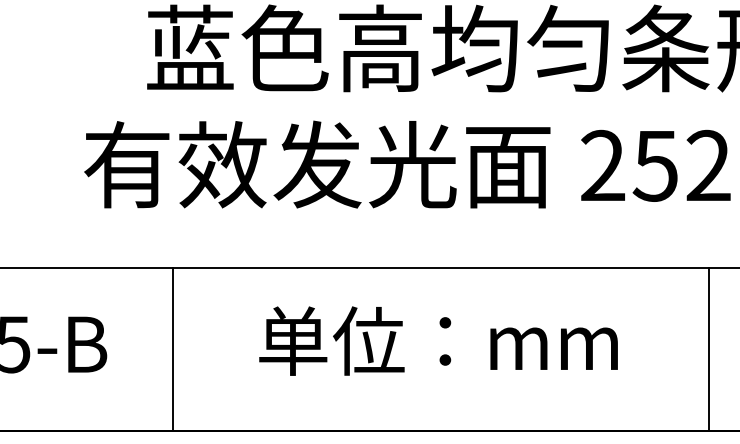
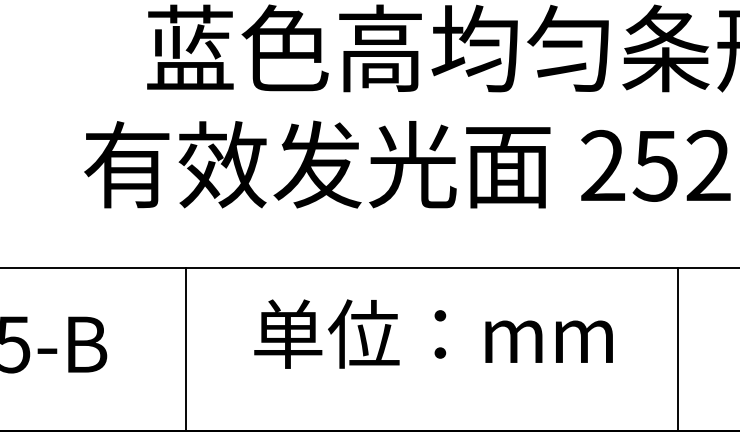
text at (438, 340) position: (438, 340) -> (433, 333)
line at (172, 348) position: (172, 348) -> (185, 348)
line at (708, 348) position: (708, 348) -> (677, 348)
